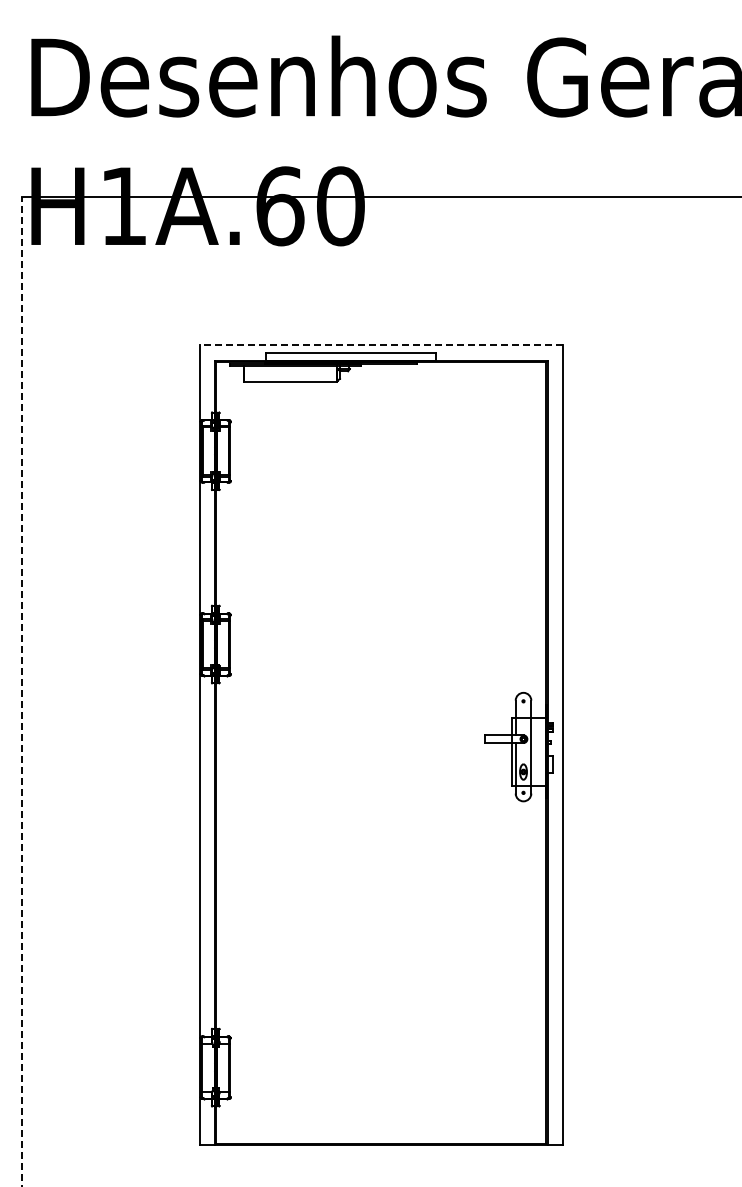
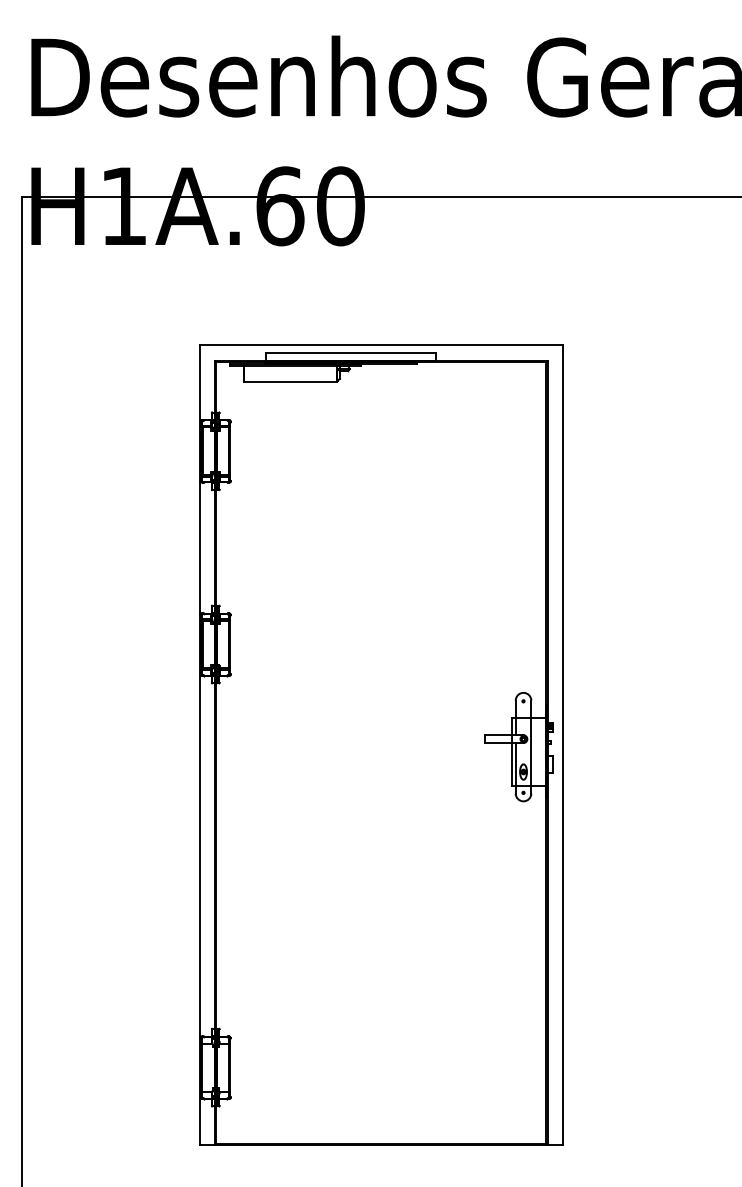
line at (381, 345): dashed -> solid
line at (22, 691): dashed -> solid
